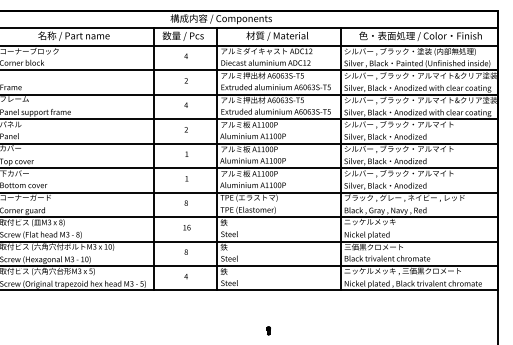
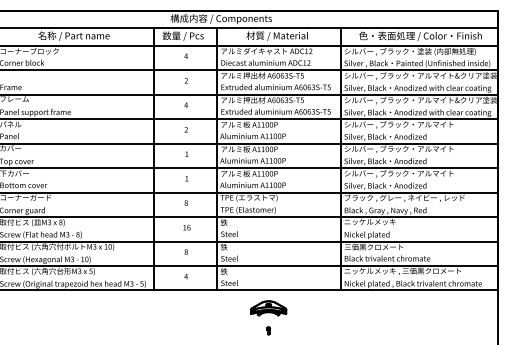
part at (268, 308): none -> present
